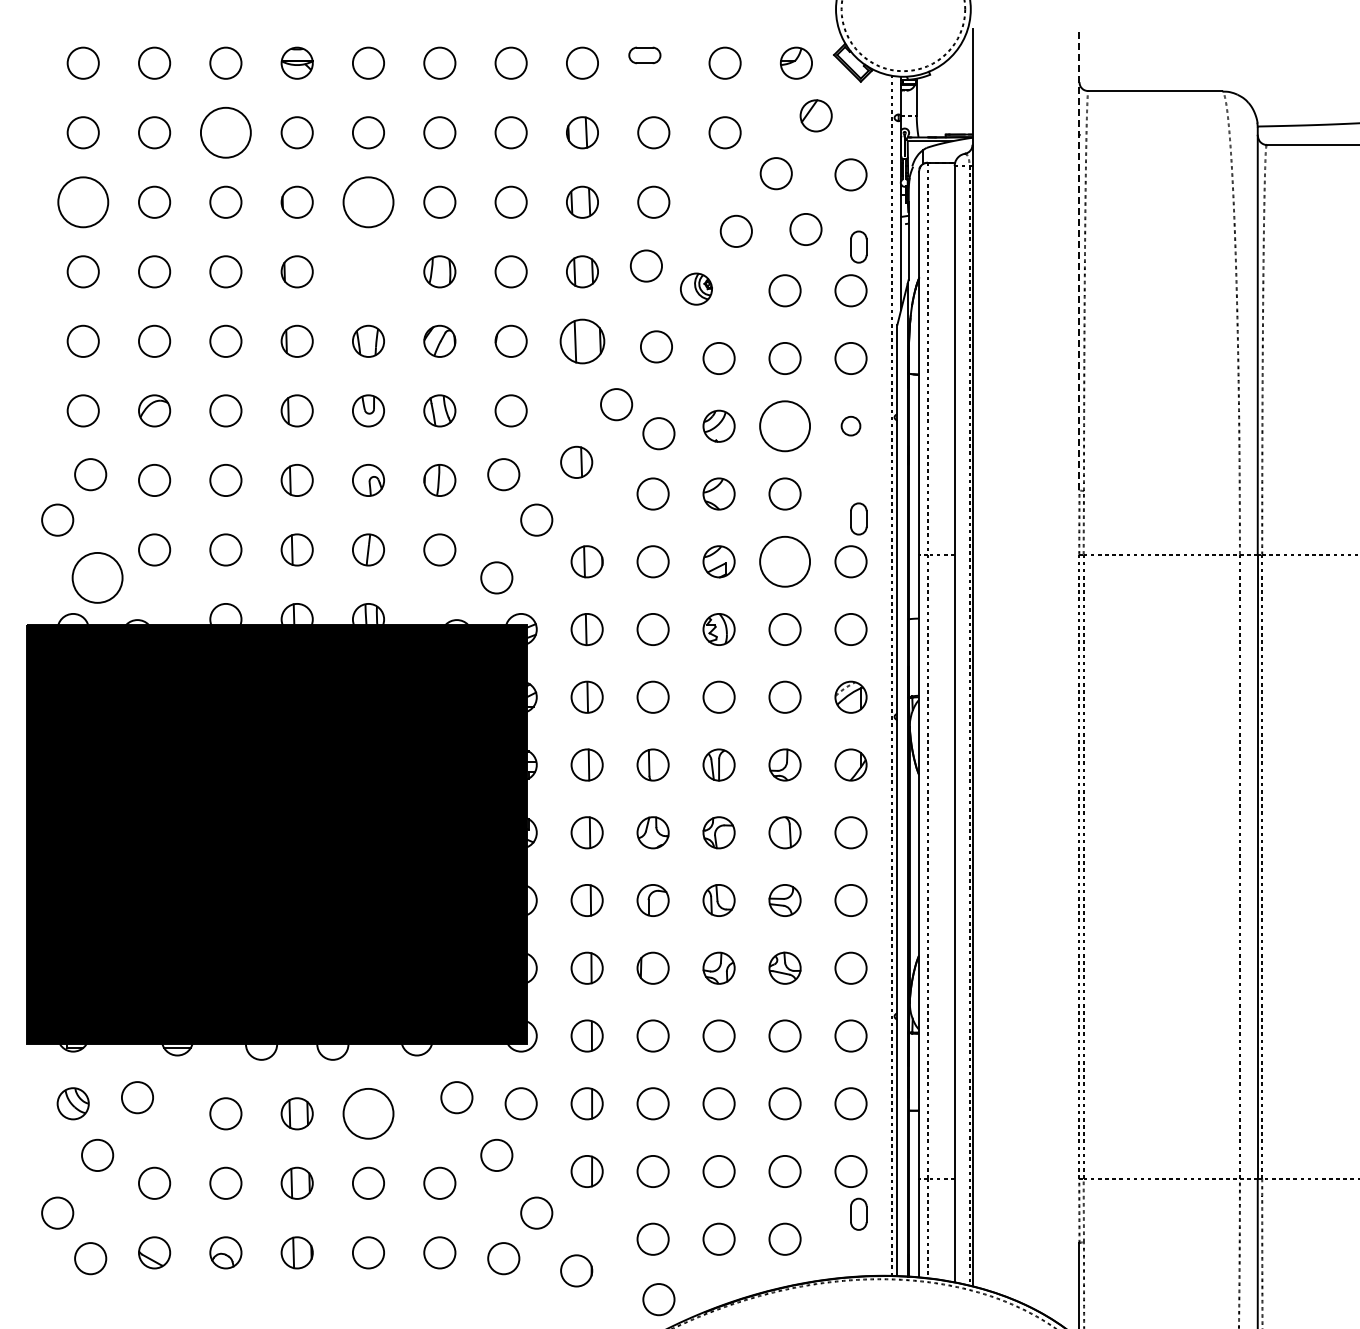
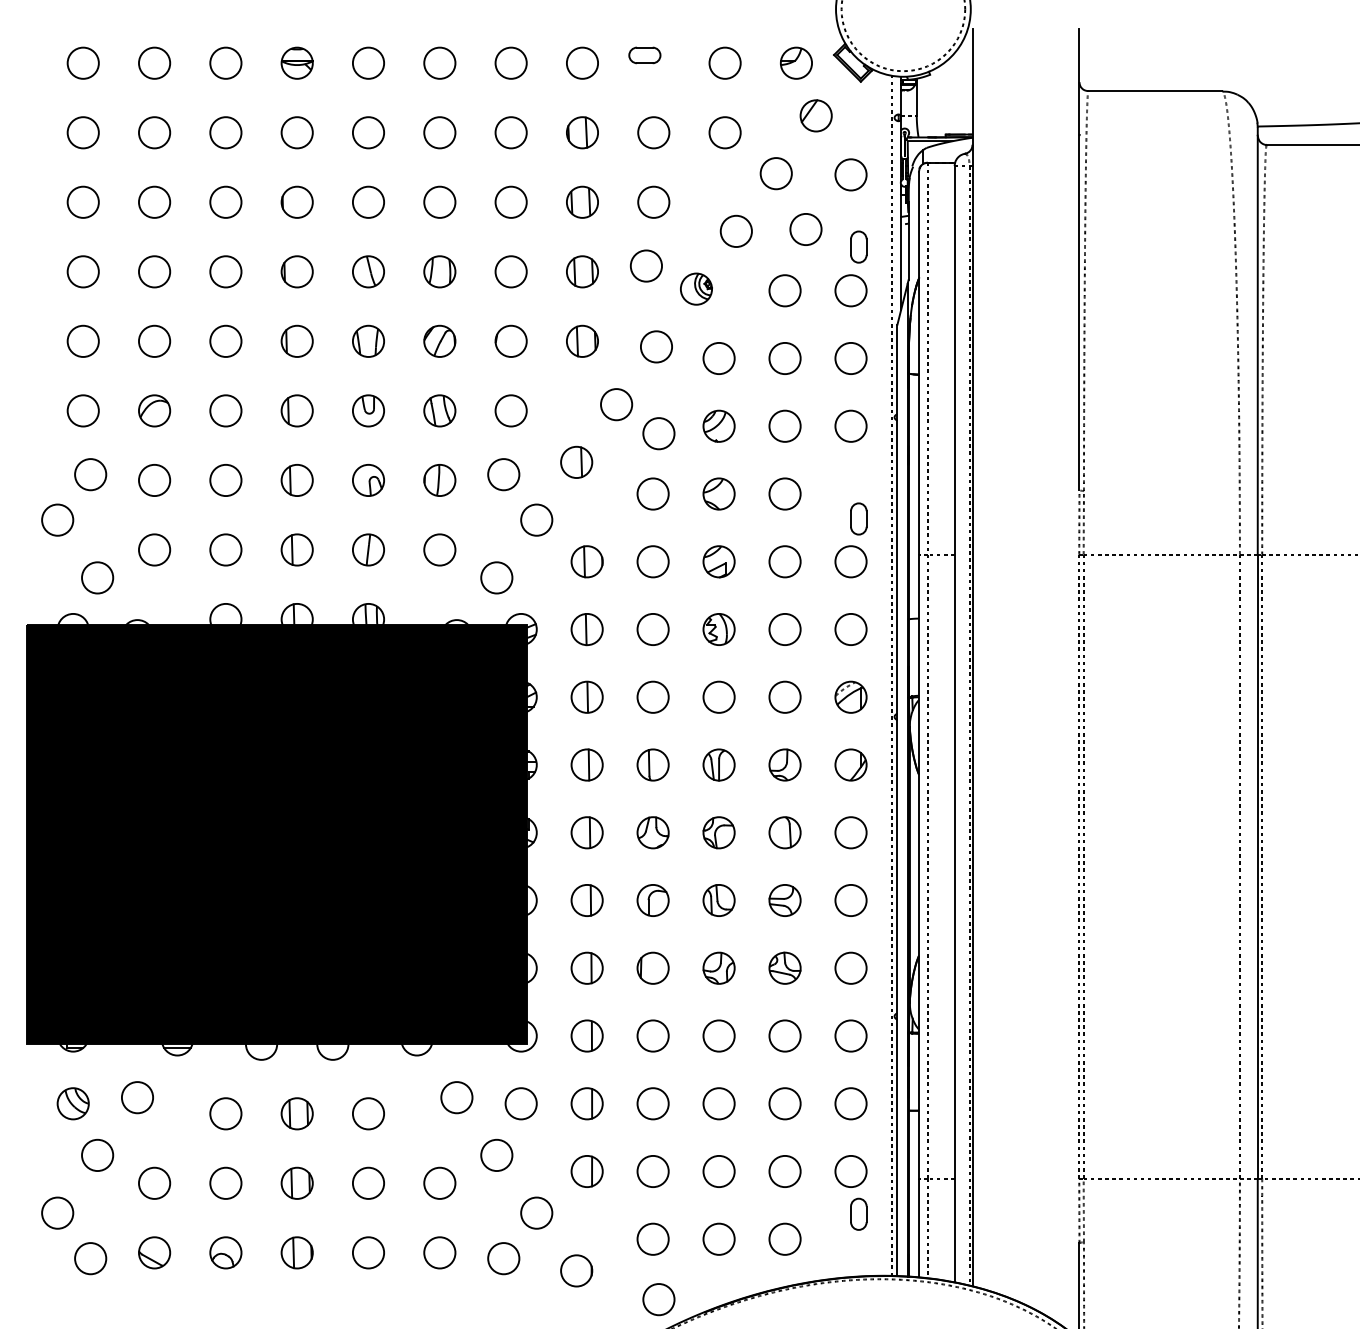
circle at (225, 132) diameter: 50 px -> 31 px
circle at (83, 202) diameter: 50 px -> 31 px
circle at (368, 202) diameter: 50 px -> 31 px
line at (1079, 259): dashed -> solid
part at (368, 271): none -> present
part at (582, 341) size: 47x47 px -> 33x34 px
circle at (785, 426) diameter: 50 px -> 31 px
circle at (850, 426) size: 22x21 px -> 34x34 px
circle at (785, 561) diameter: 50 px -> 31 px
circle at (97, 577) diameter: 50 px -> 31 px
circle at (368, 1113) diameter: 50 px -> 31 px
